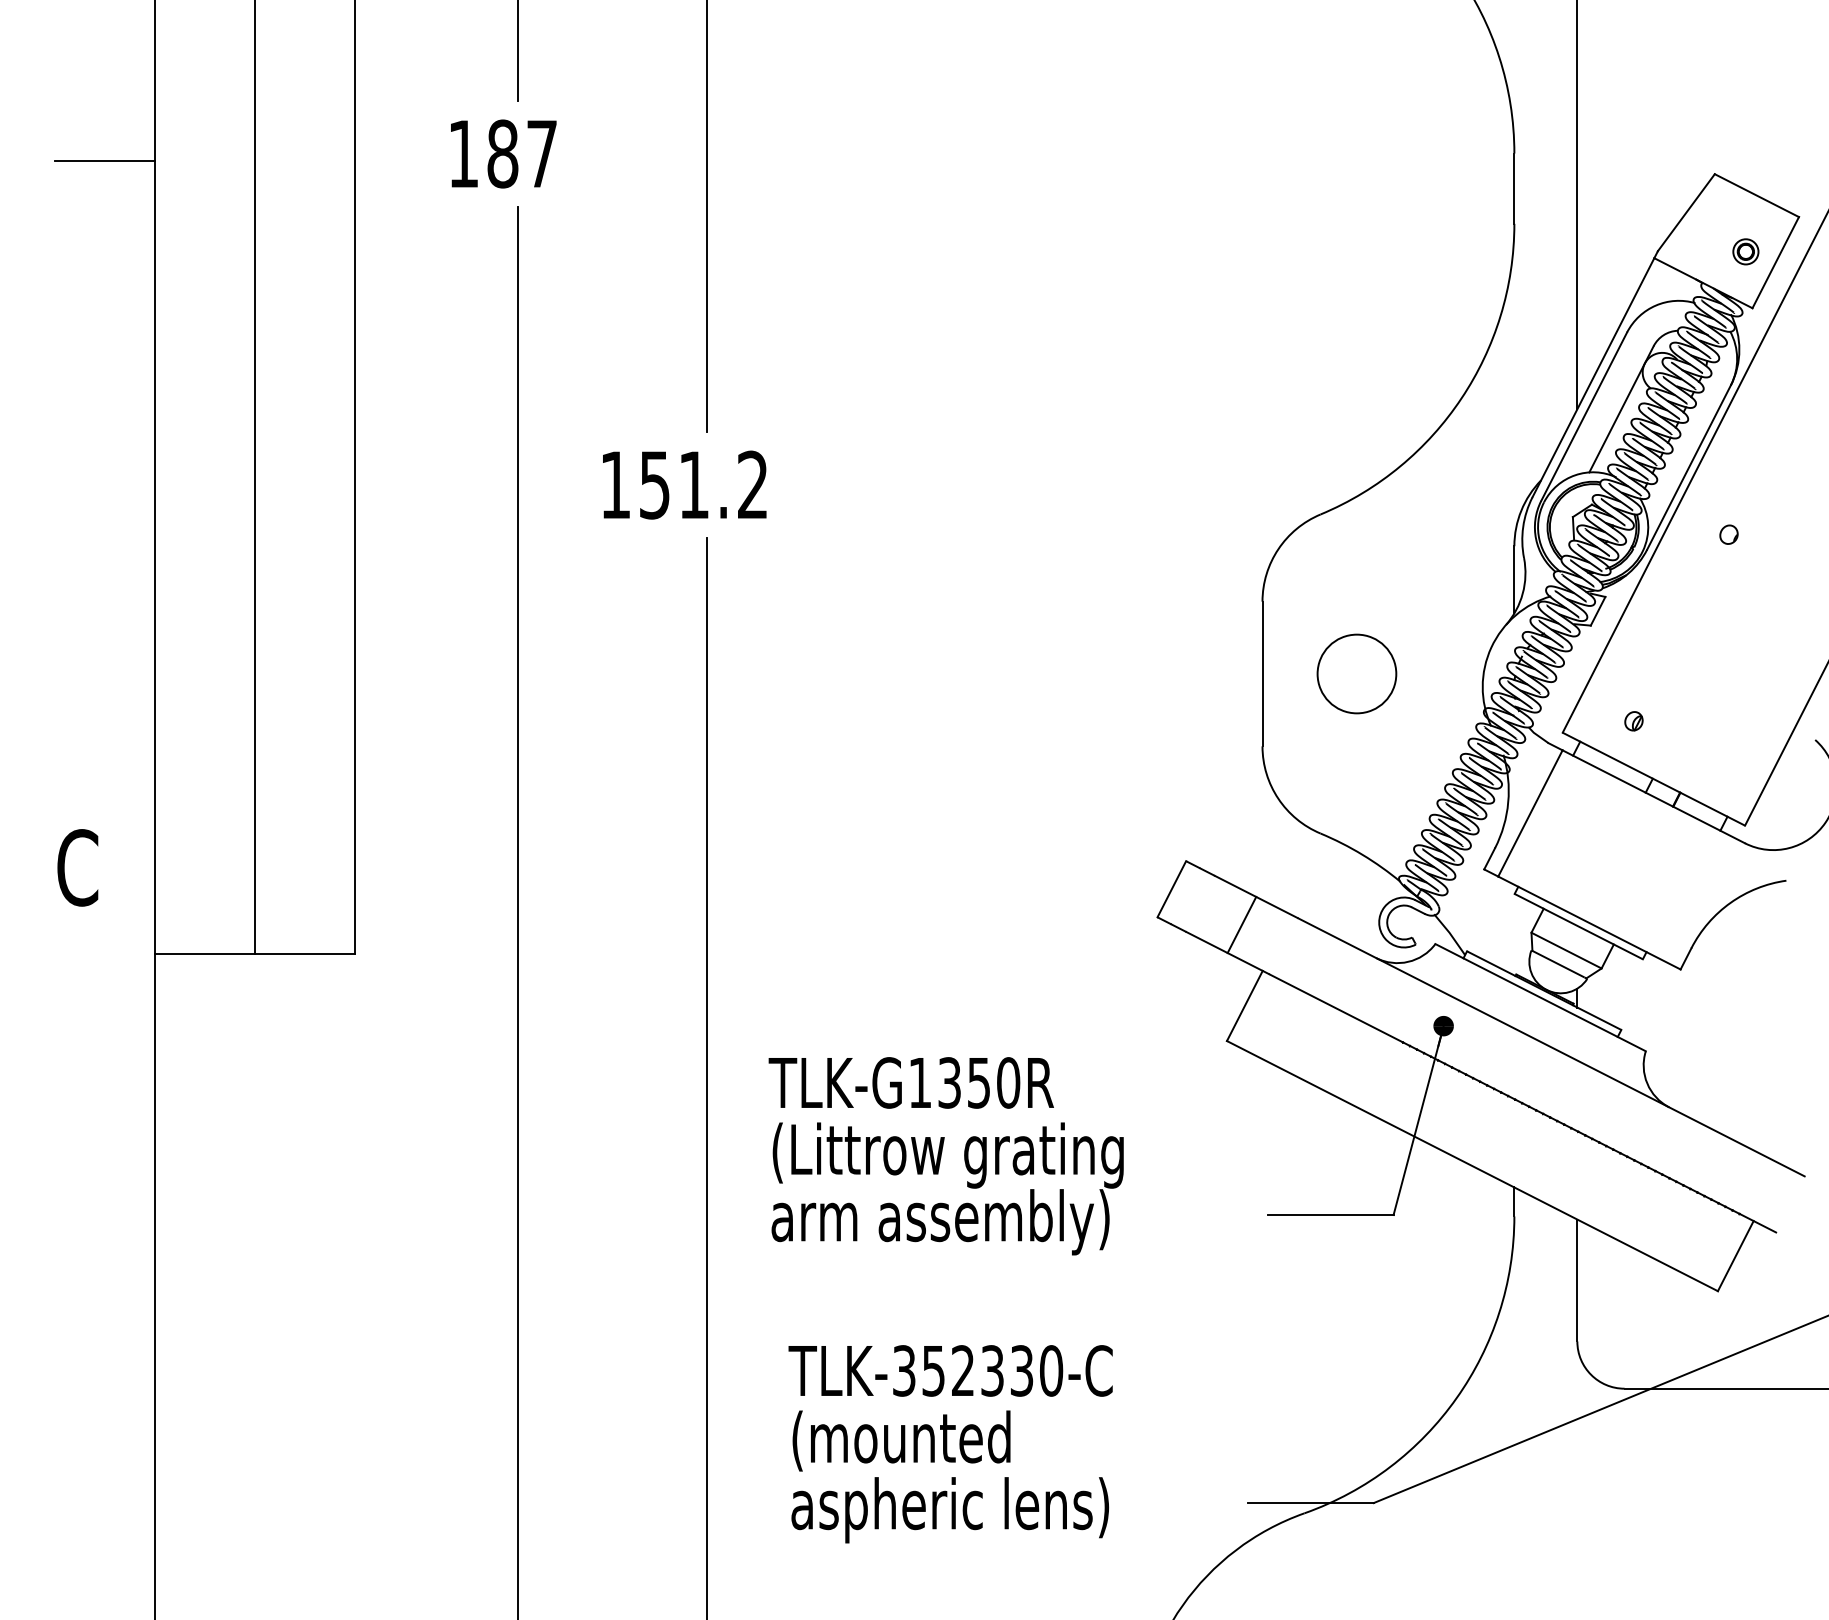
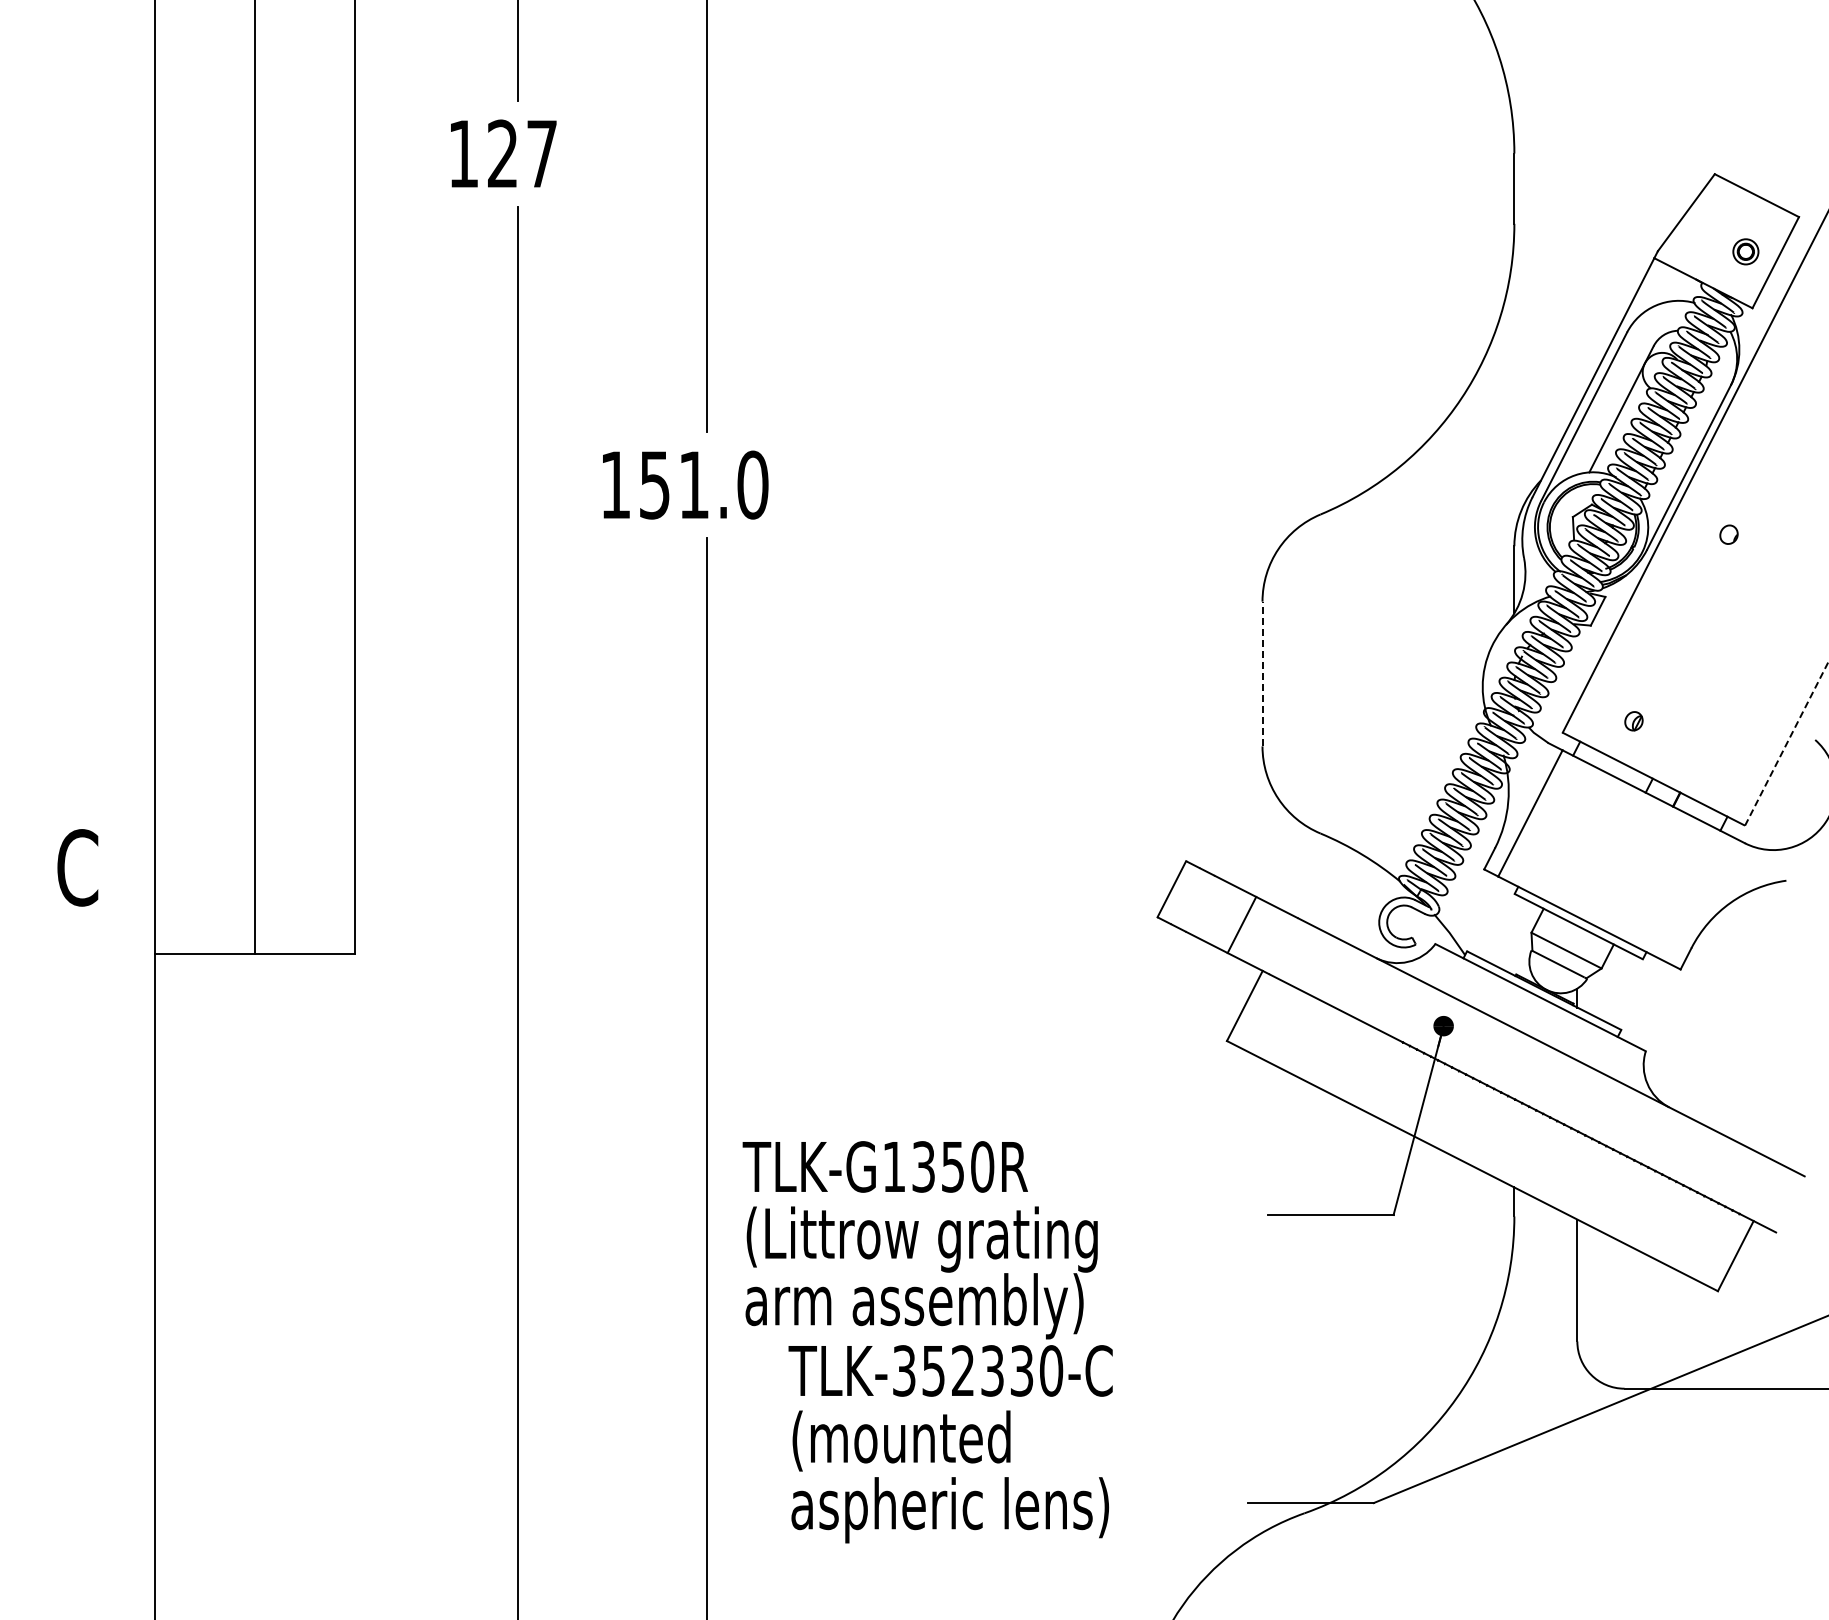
text at (502, 153): 187 -> 127
line at (104, 160): present -> none
line at (1577, 205): present -> none
text at (752, 484): 151.2 -> 151.0
line at (1262, 673): solid -> dashed
circle at (1356, 673): present -> none
line at (1787, 742): solid -> dashed
text at (945, 1156) position: (945, 1156) -> (919, 1240)
